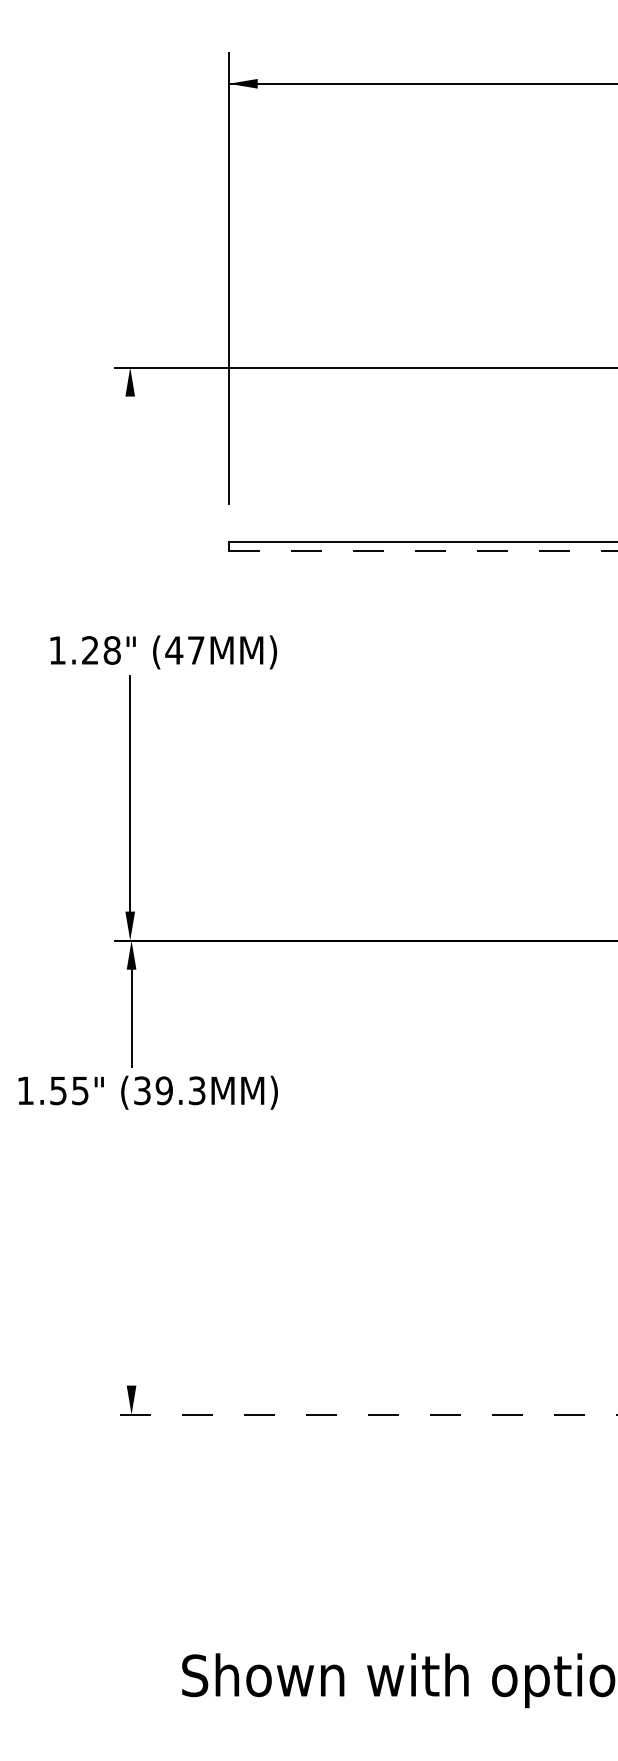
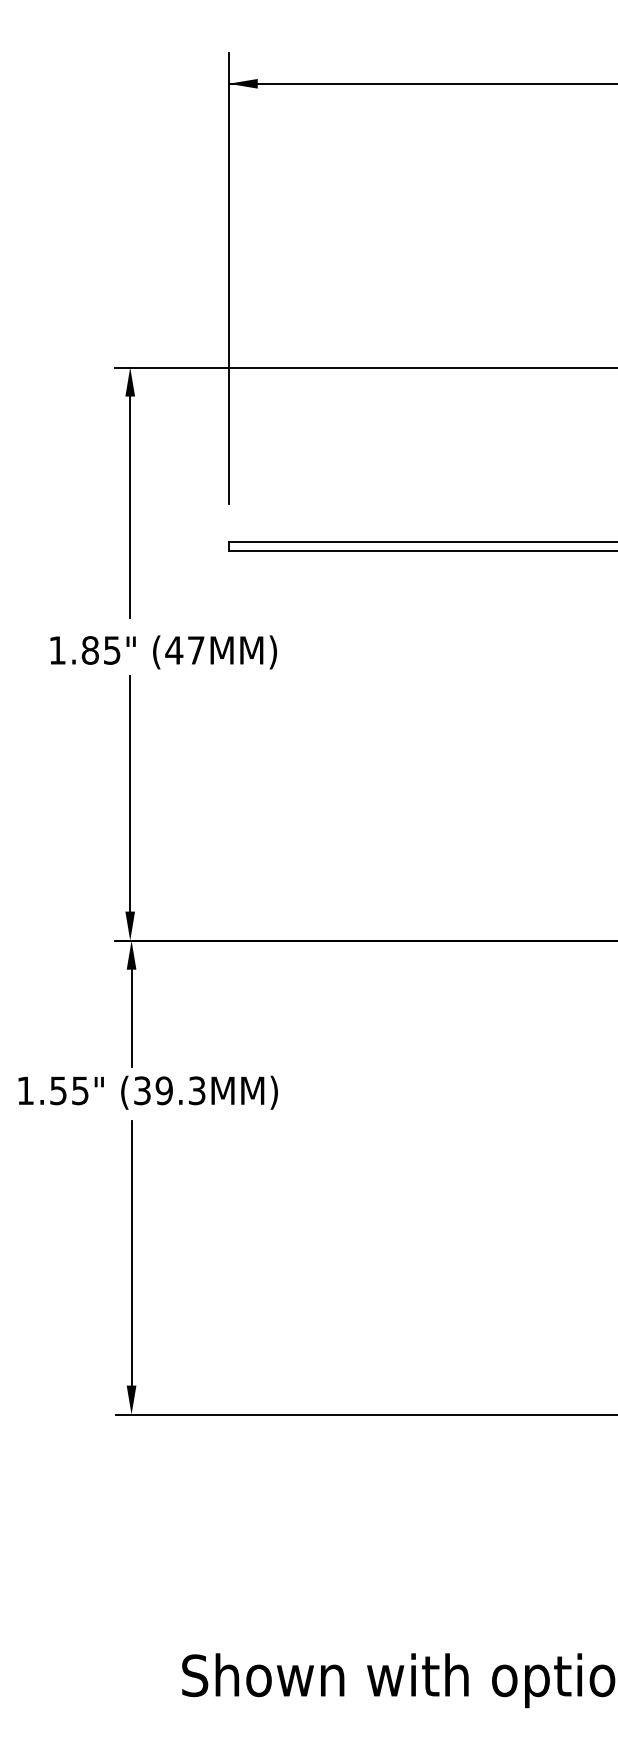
line at (130, 507): none -> present
line at (423, 551): dashed -> solid
text at (100, 650): 1.28" -> 1.85"
line at (131, 1253): none -> present
line at (366, 1414): dashed -> solid
